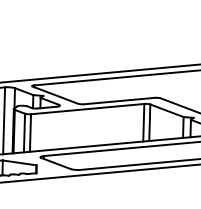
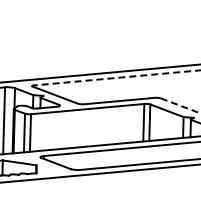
line at (116, 77): solid -> dashed
line at (181, 106): solid -> dashed
